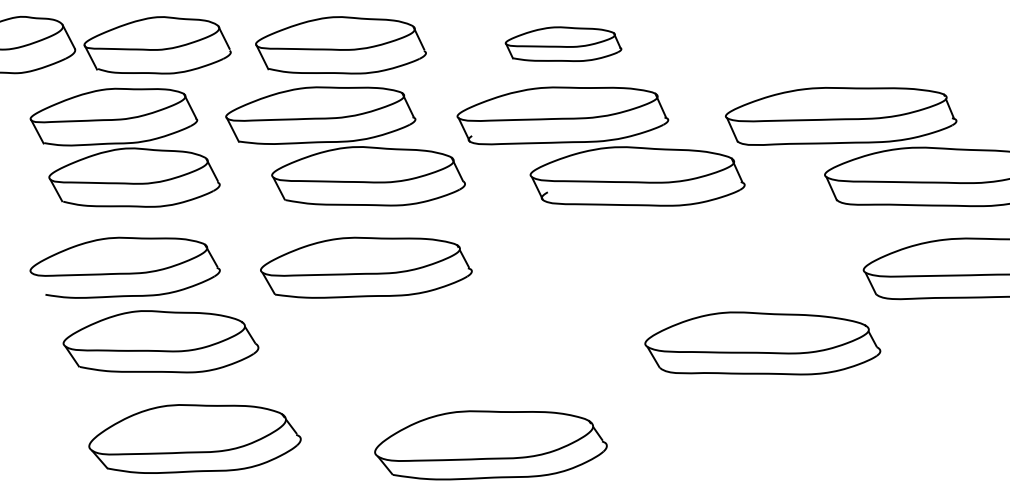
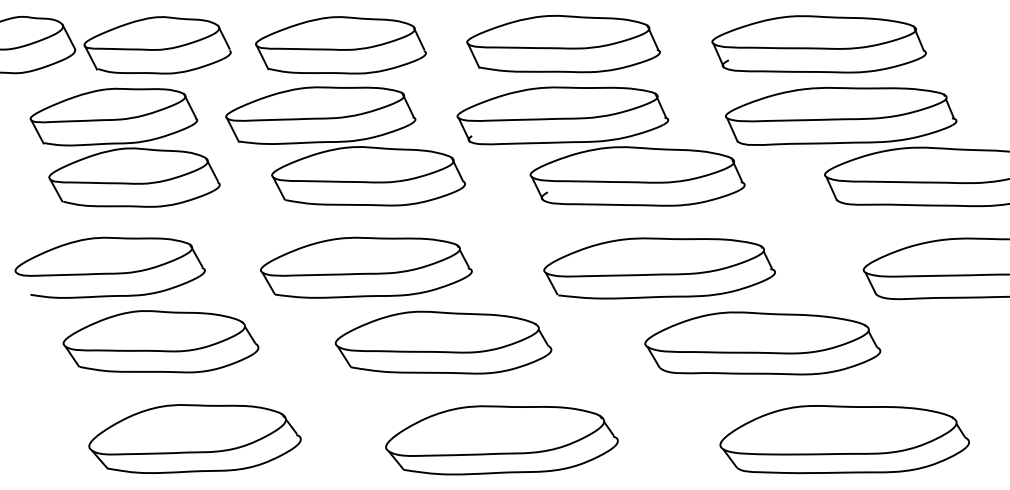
part at (563, 43) size: 119x36 px -> 195x59 px
part at (818, 44): none -> present
part at (124, 267) position: (124, 267) -> (109, 267)
part at (659, 268): none -> present
part at (443, 342): none -> present
part at (844, 439): none -> present
part at (490, 445) position: (490, 445) -> (501, 440)
